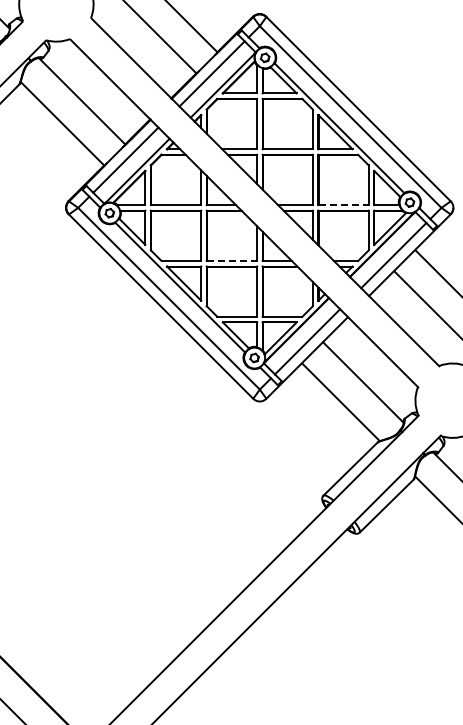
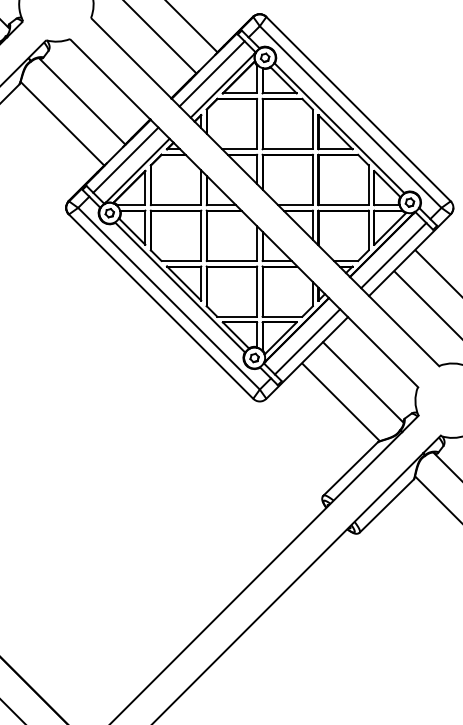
line at (344, 205): dashed -> solid
line at (232, 260): dashed -> solid
